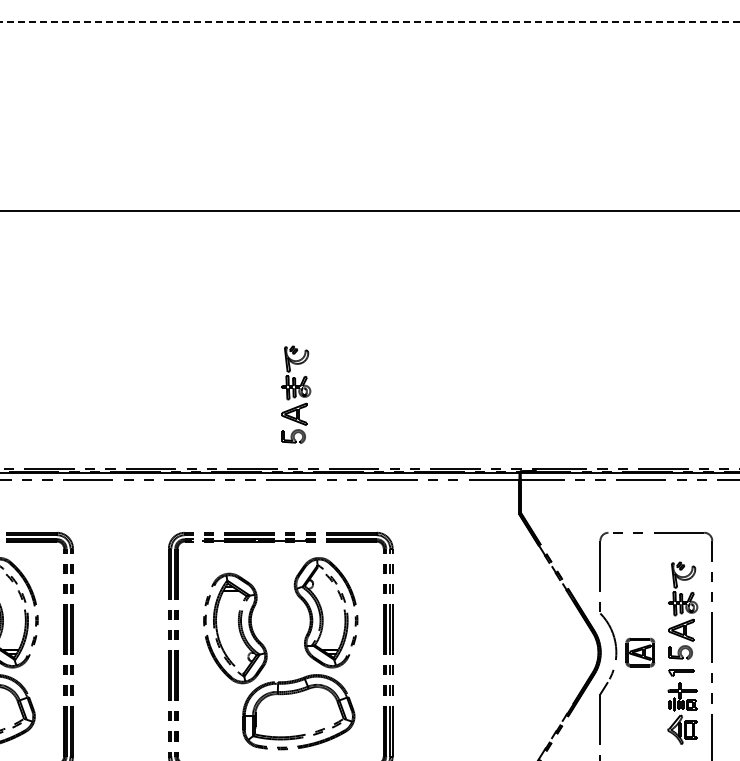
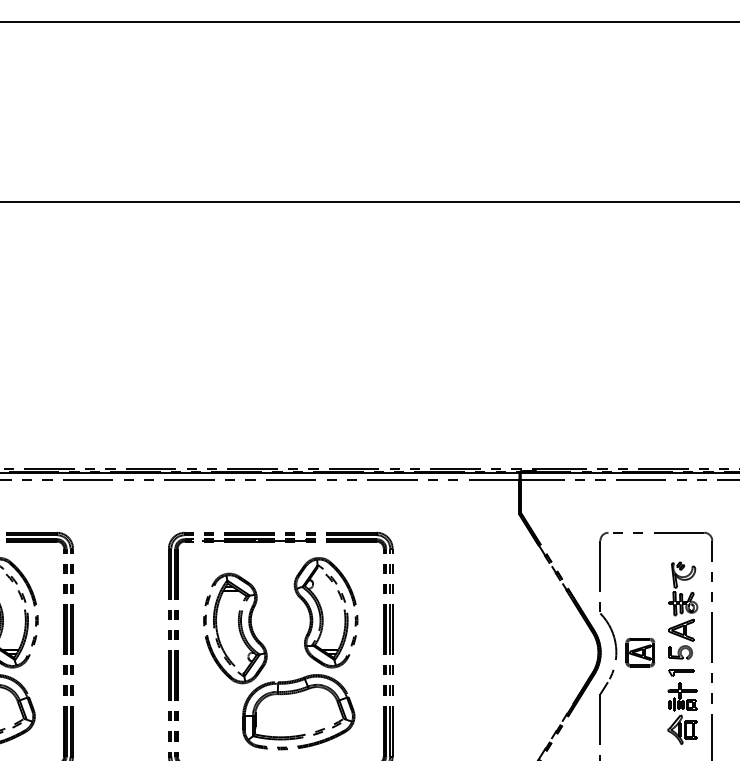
line at (370, 22): dashed -> solid
line at (369, 211) position: (369, 211) -> (369, 202)
part at (296, 394): present -> none
